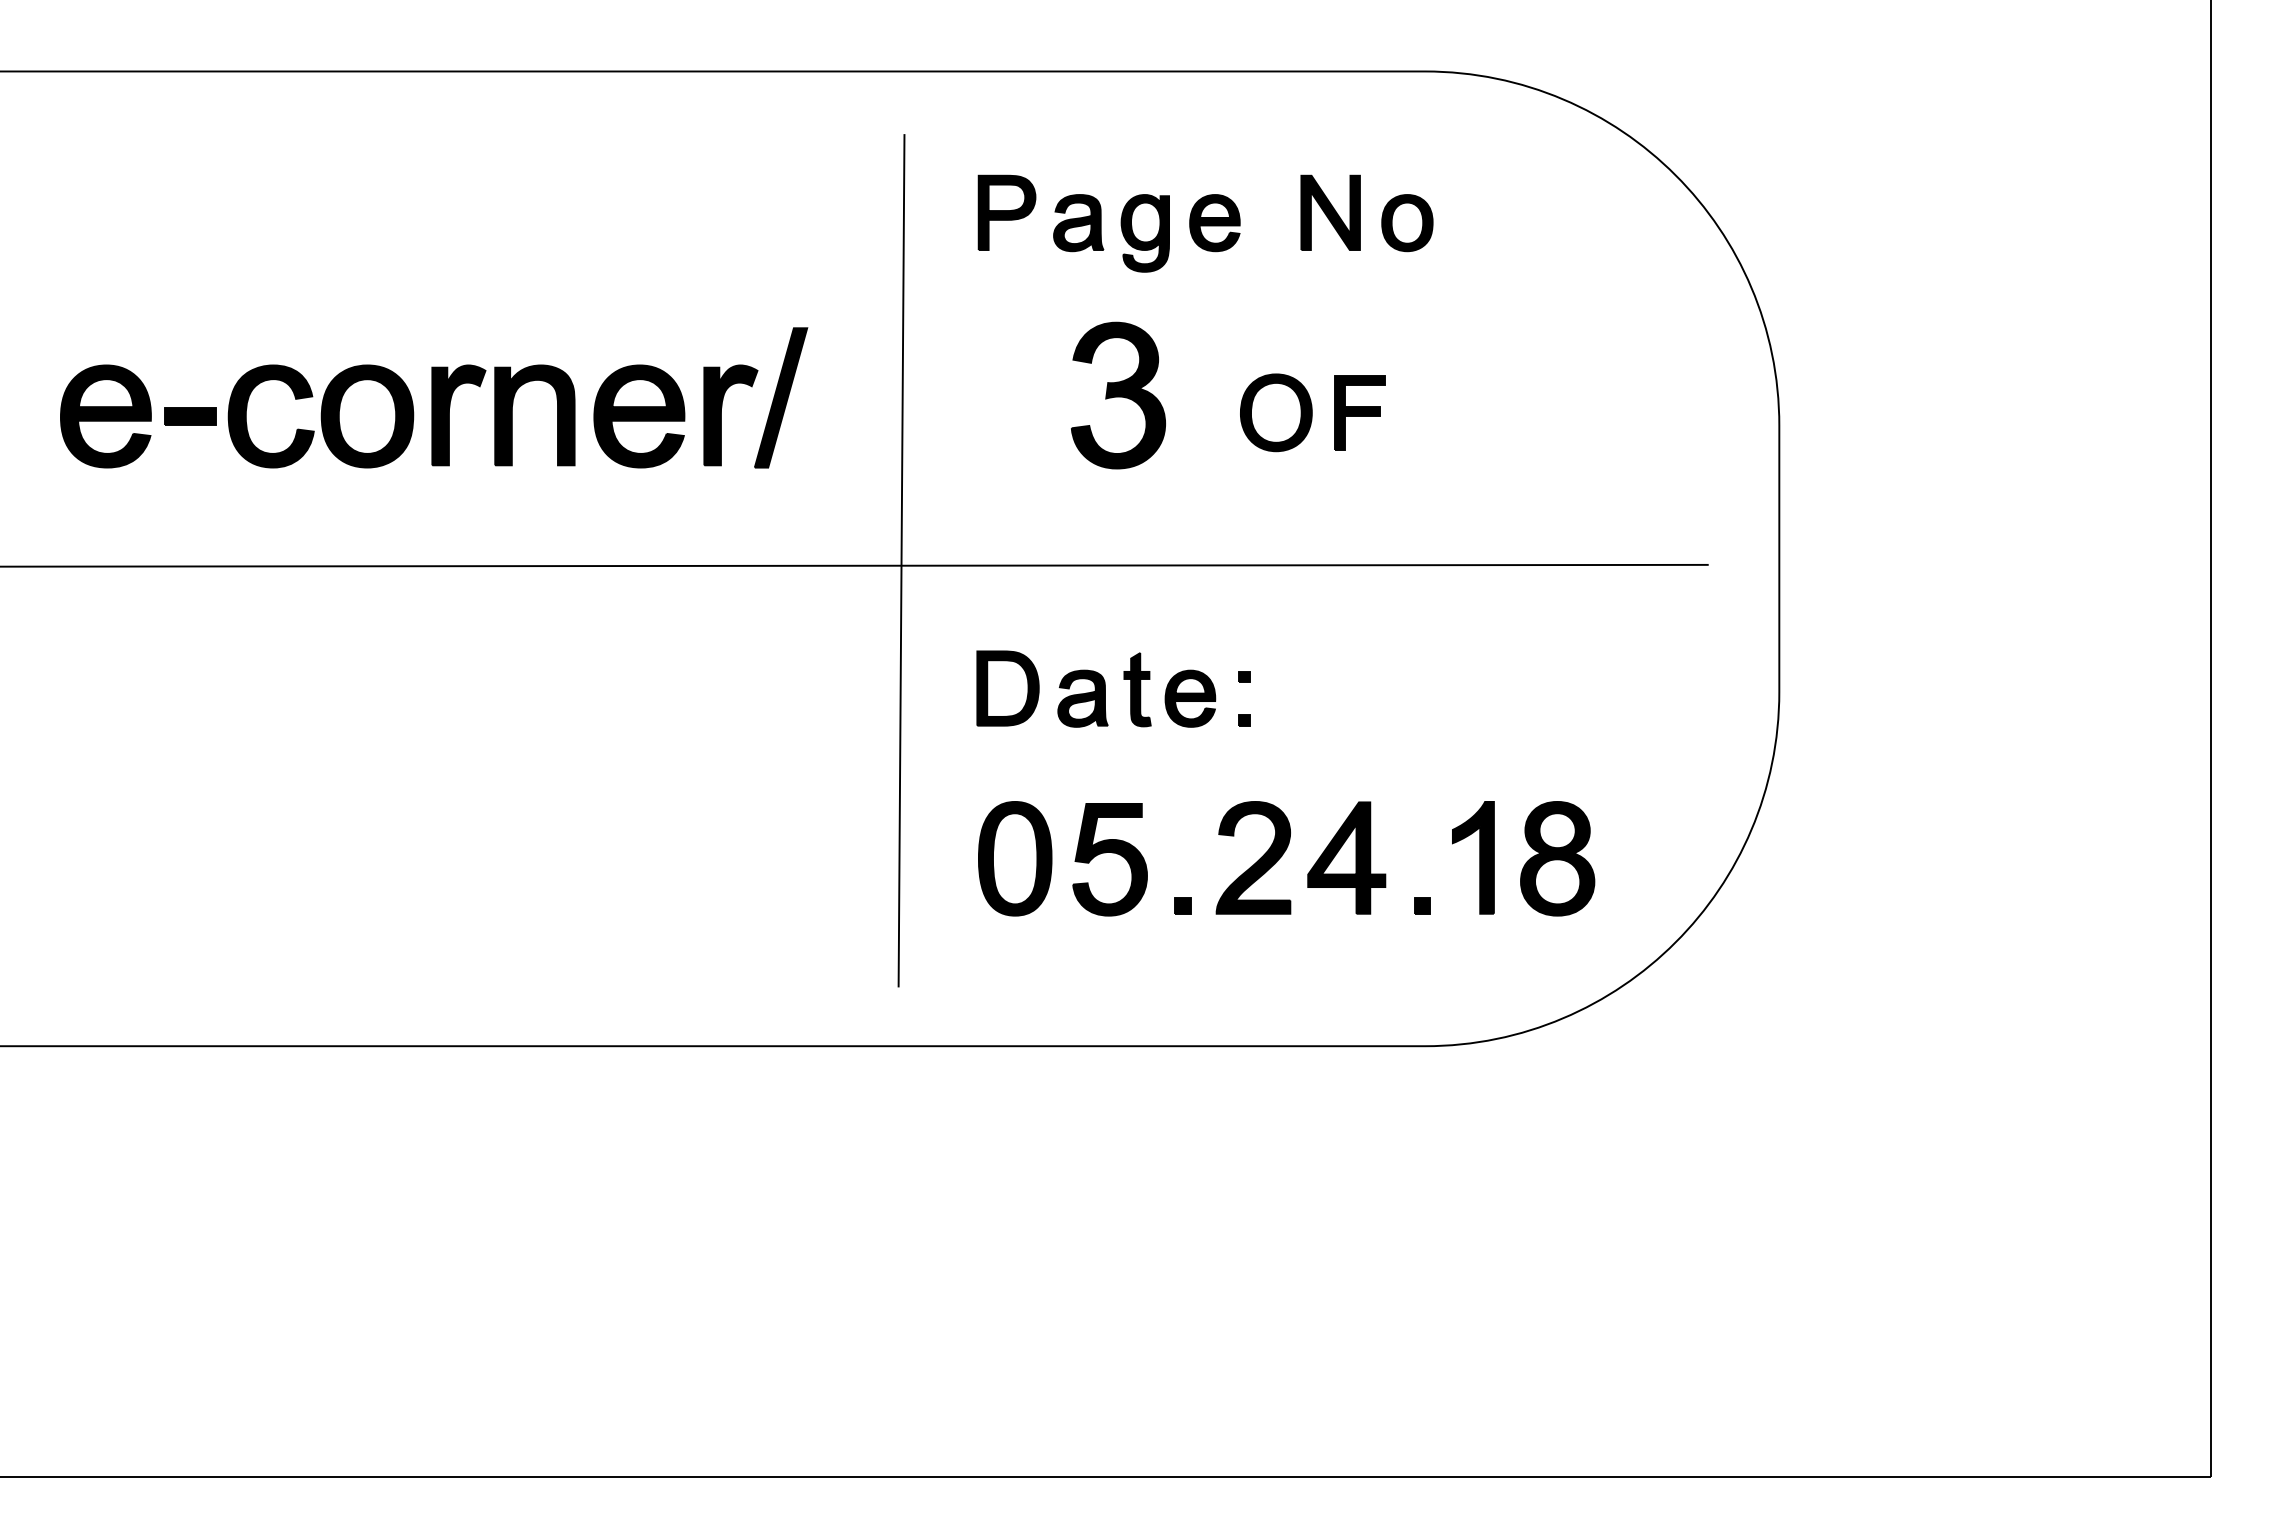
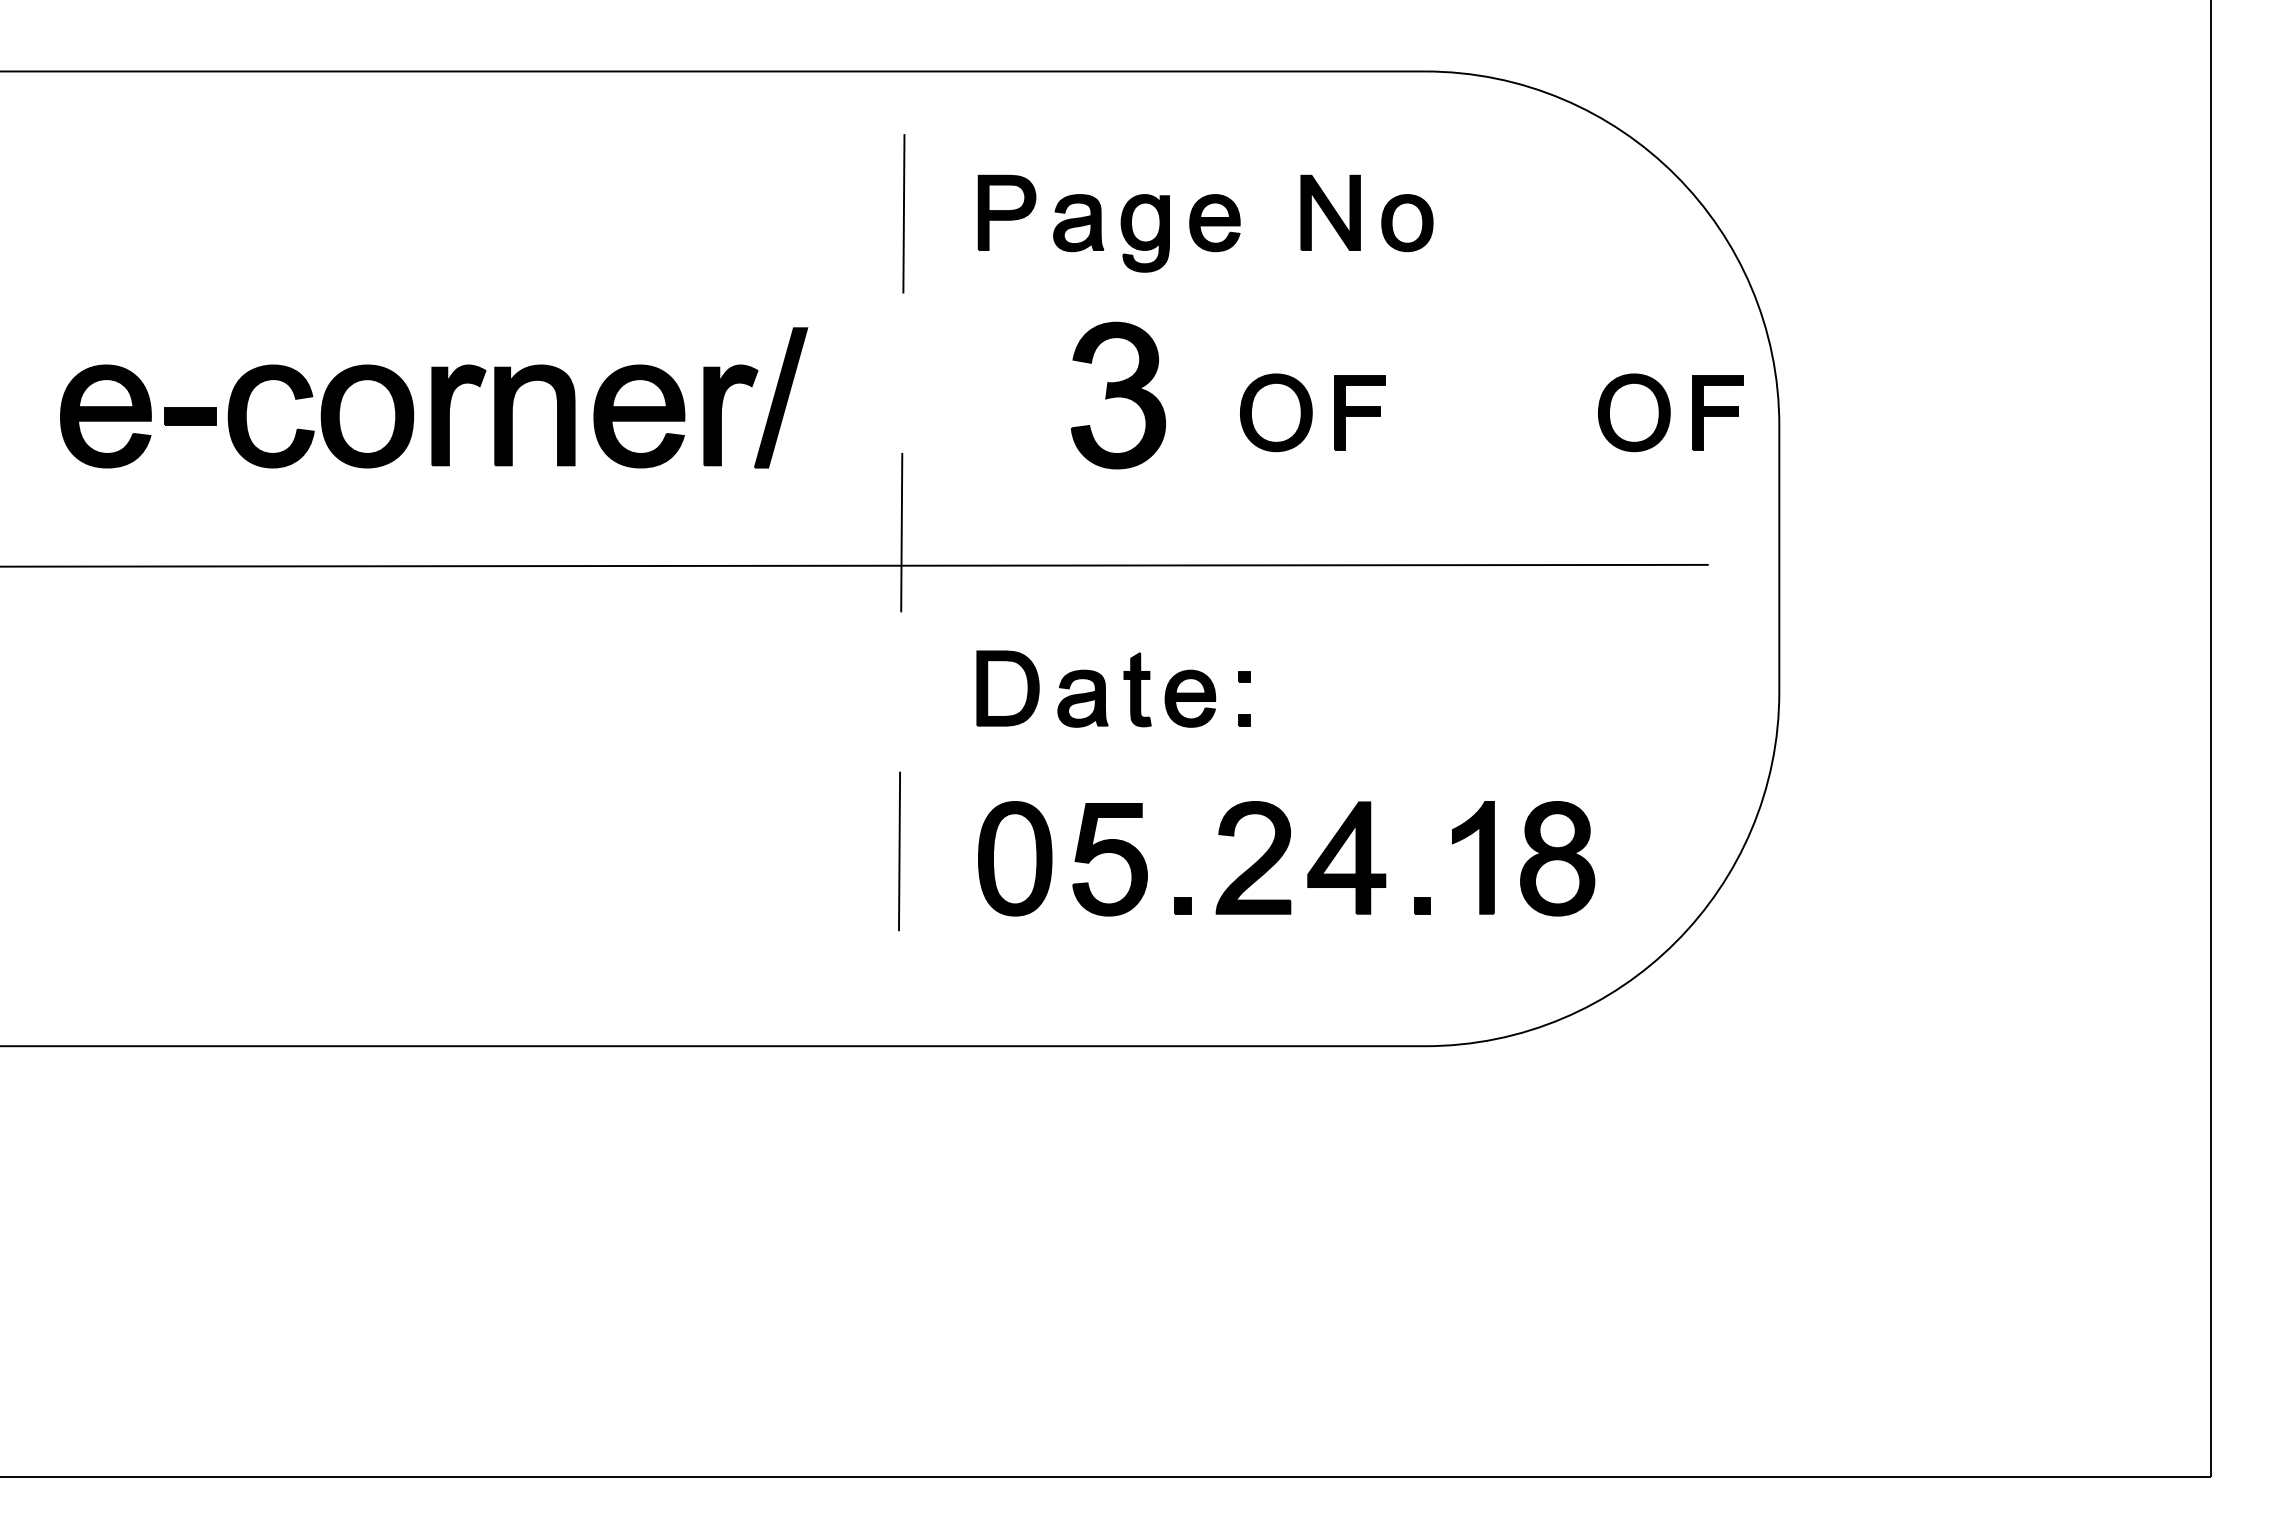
part at (1670, 412): none -> present
line at (901, 560): solid -> dashed
